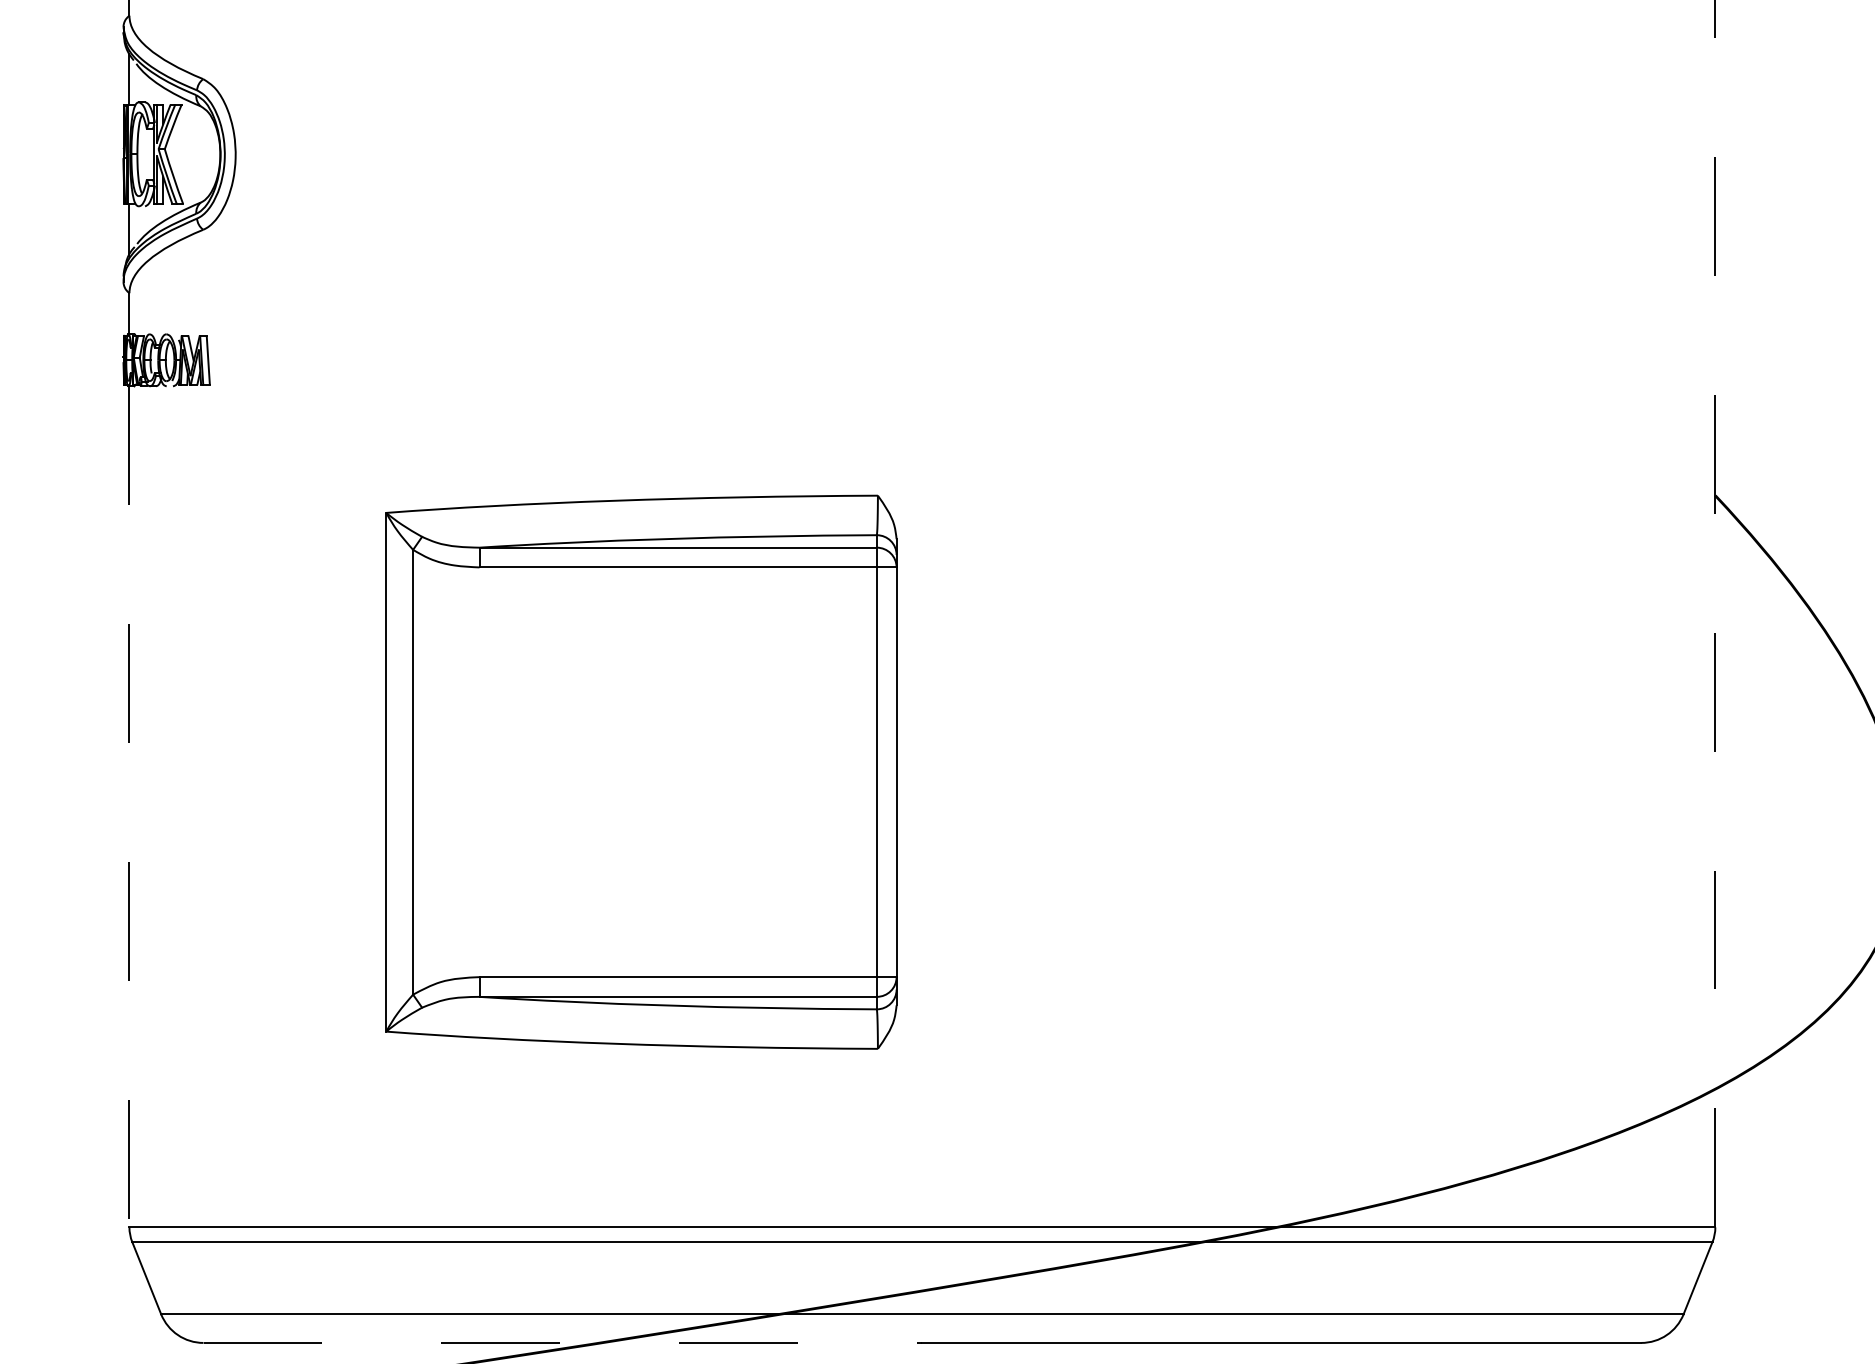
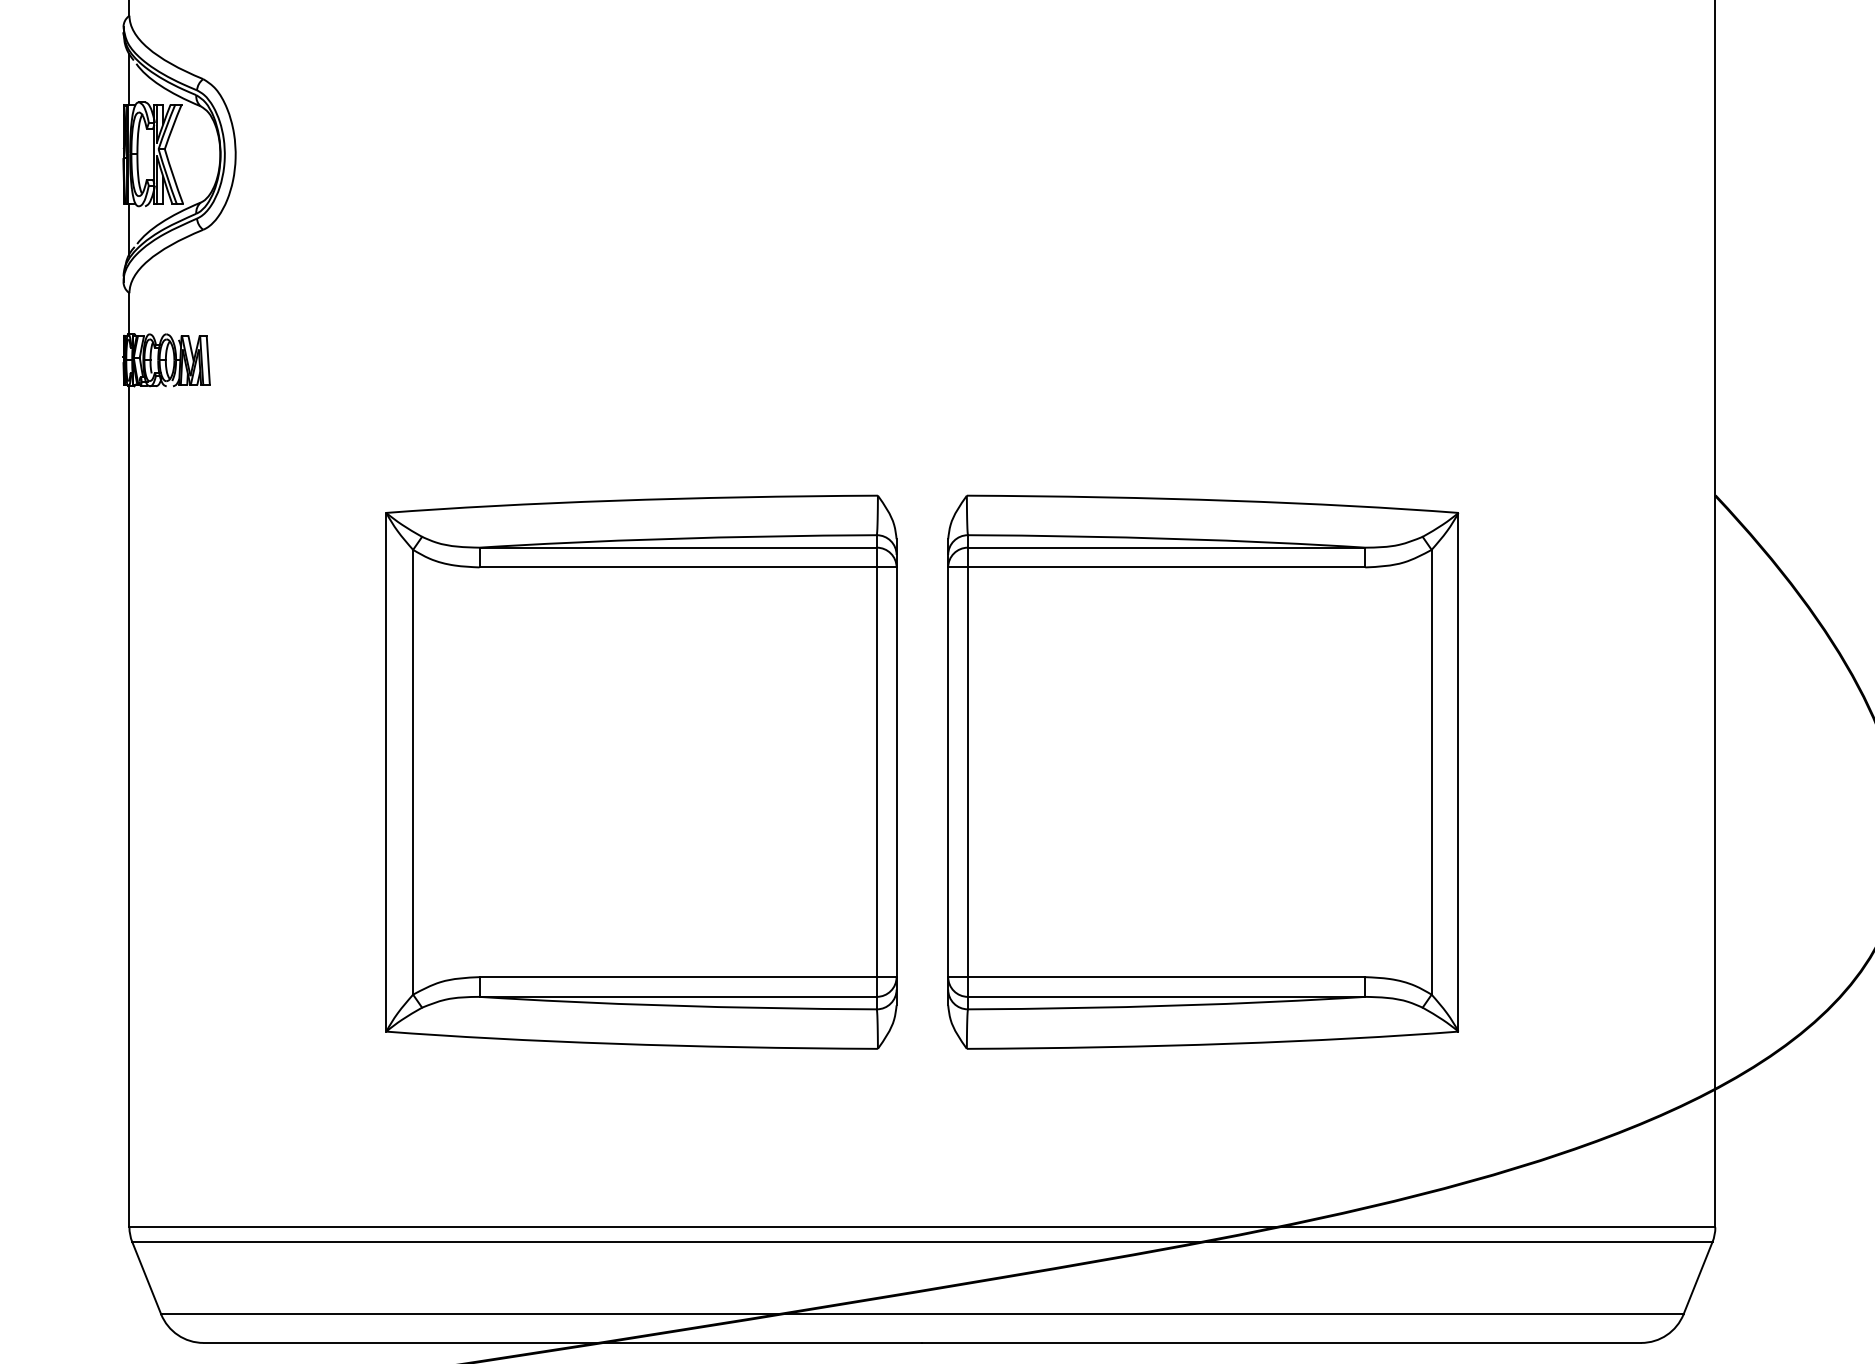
line at (1715, 613): dashed -> solid
part at (1203, 771): none -> present
line at (129, 807): dashed -> solid
line at (563, 1342): dashed -> solid
